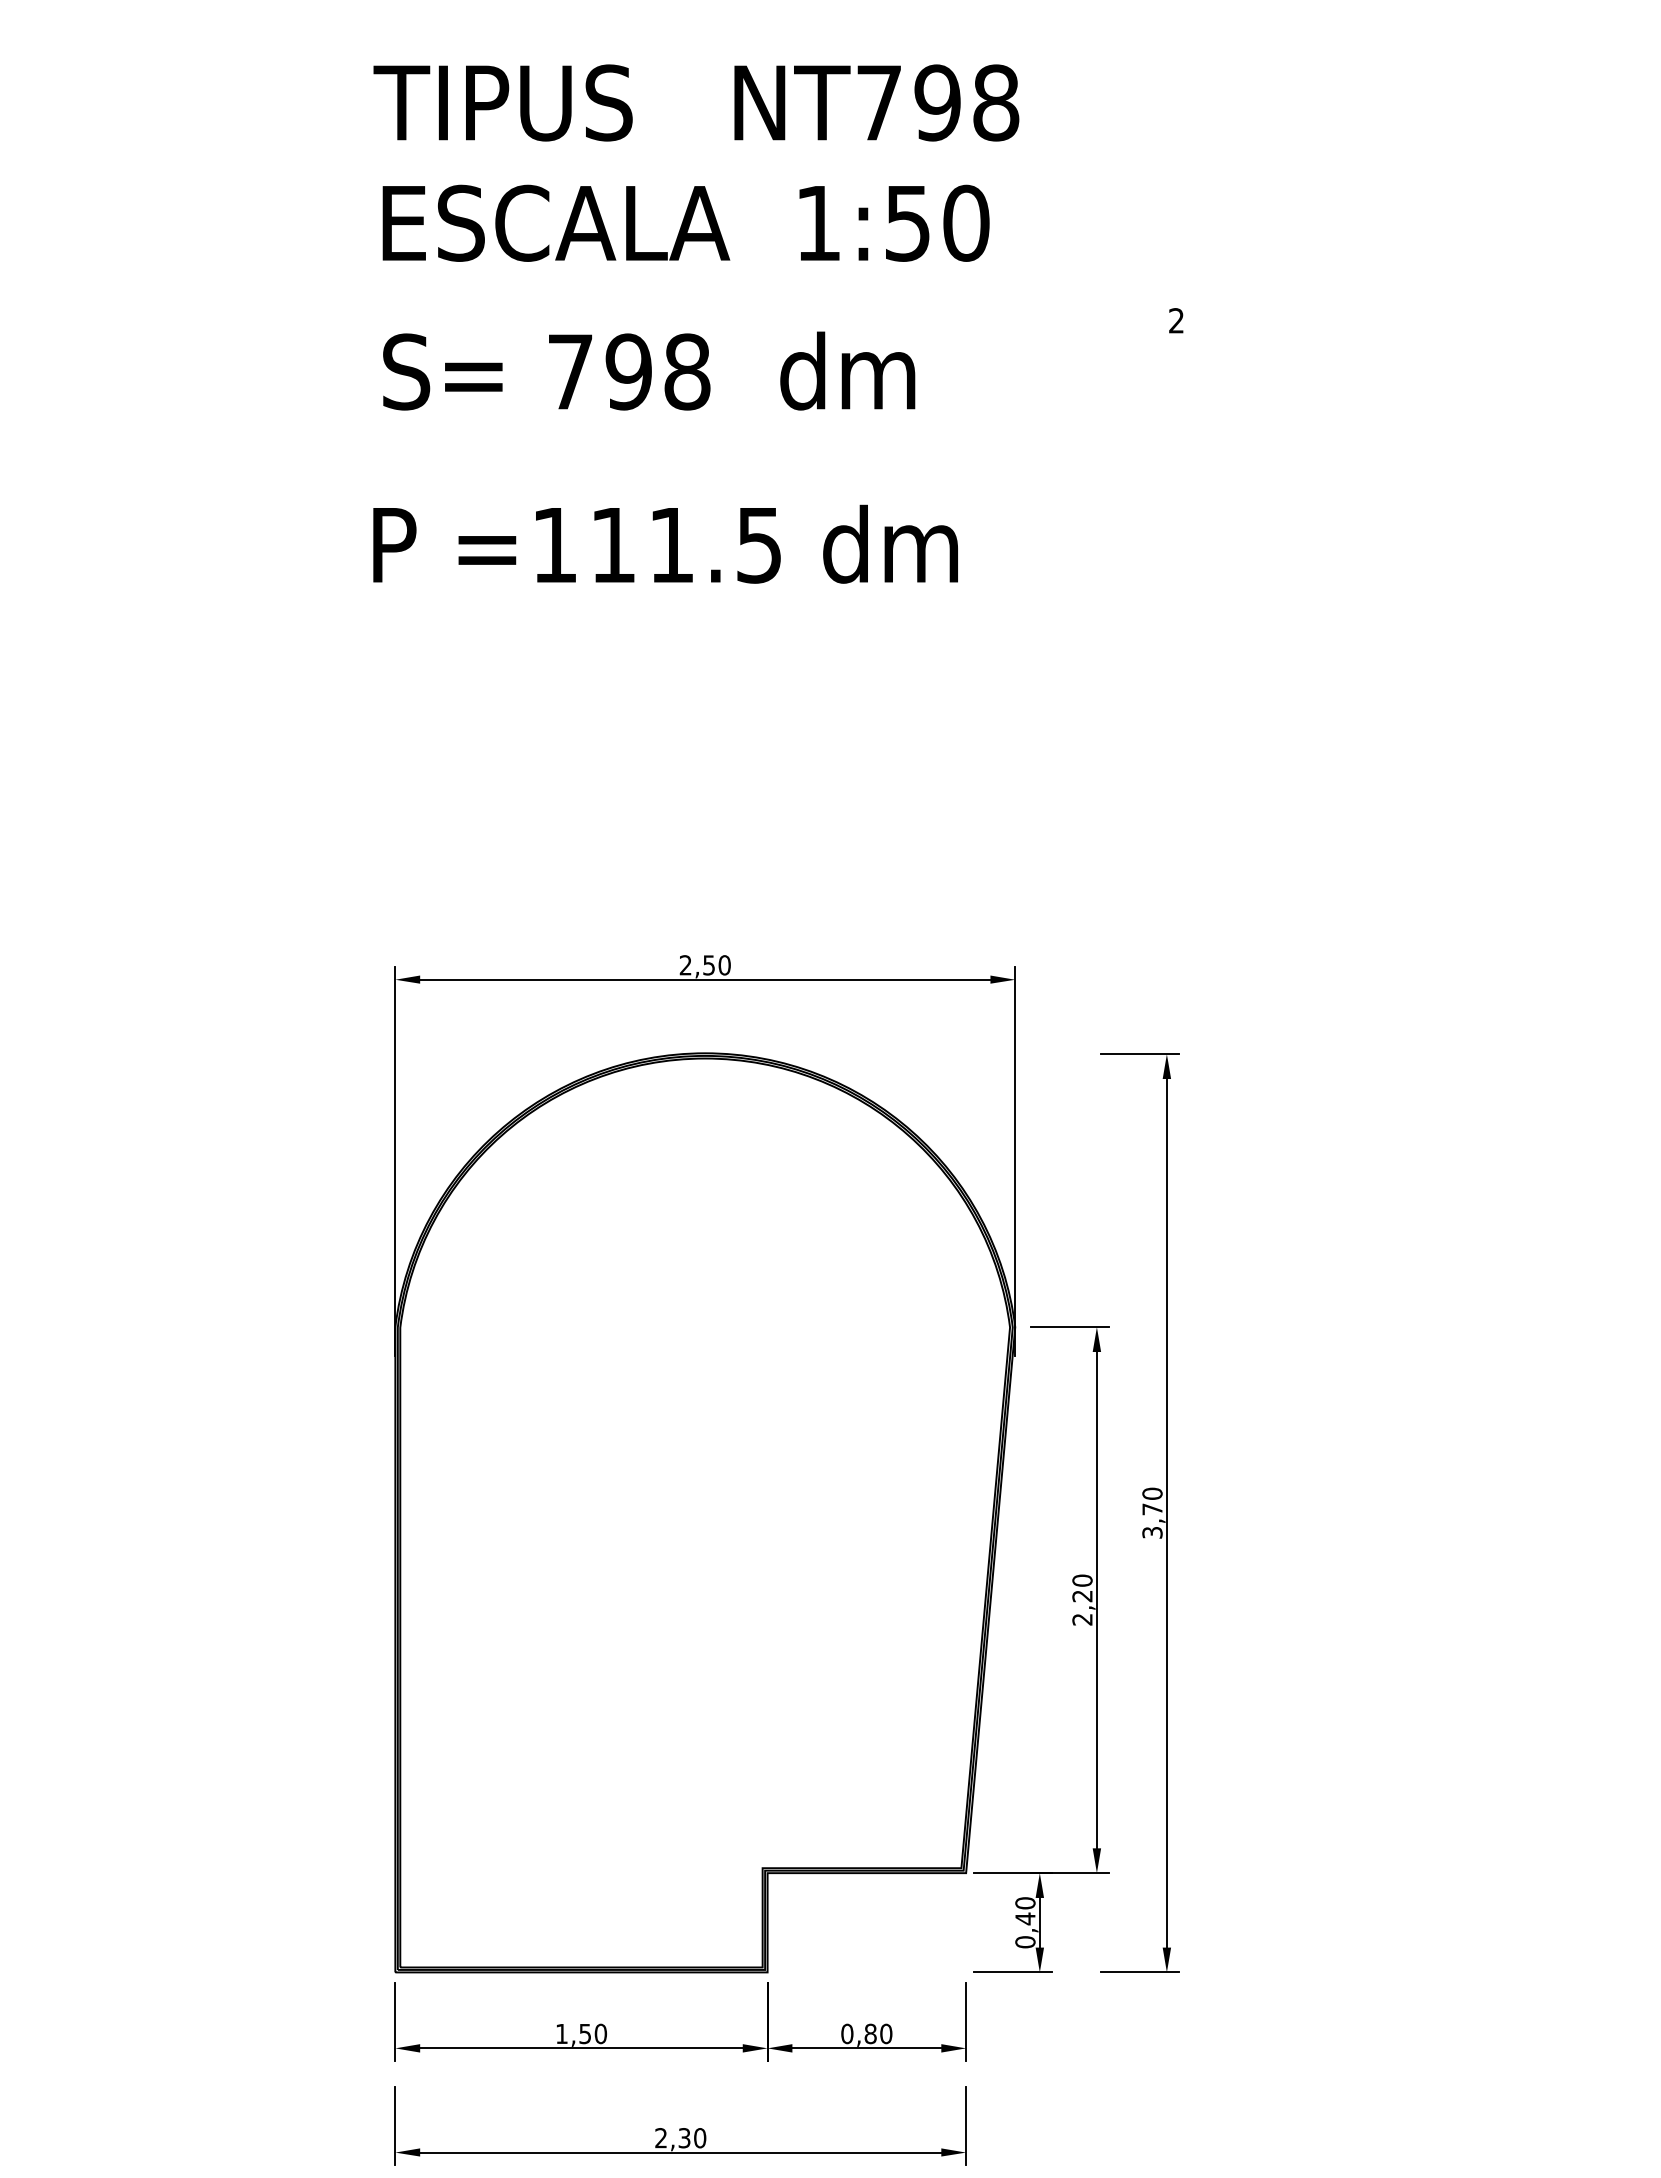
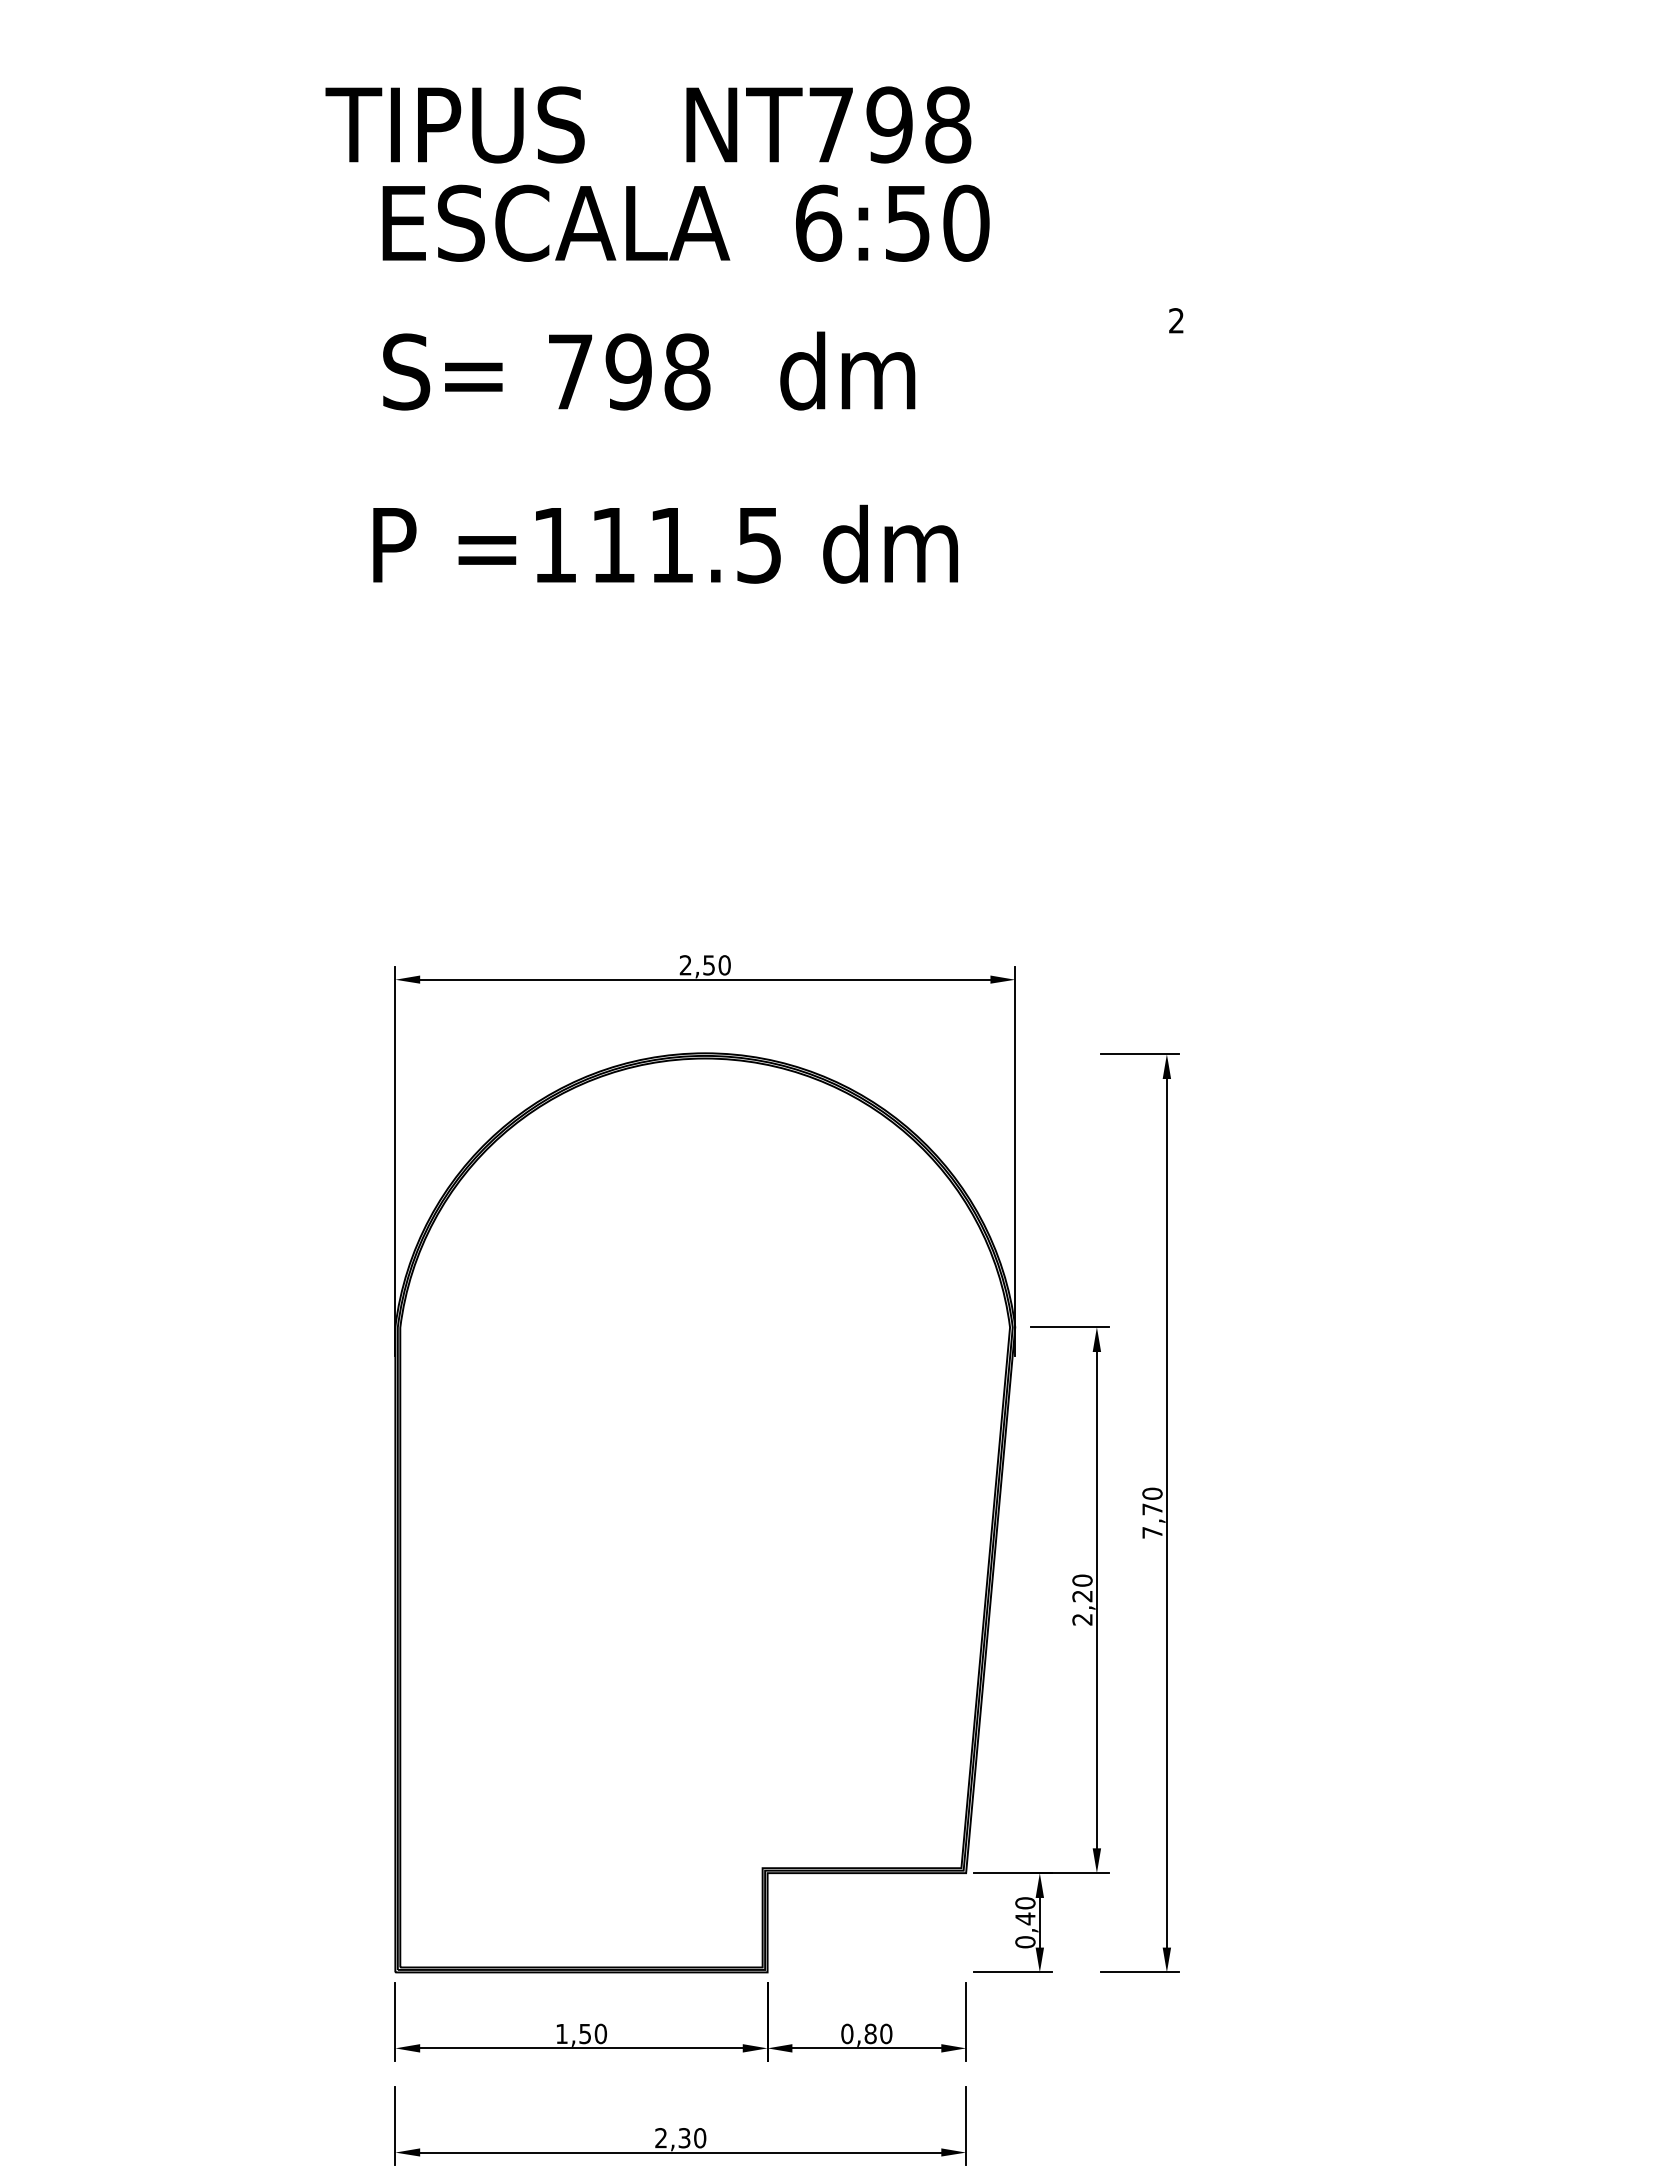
text at (696, 102) position: (696, 102) -> (648, 124)
text at (819, 222): 1:50 -> 6:50
text at (1152, 1532): 3,70 -> 7,70
